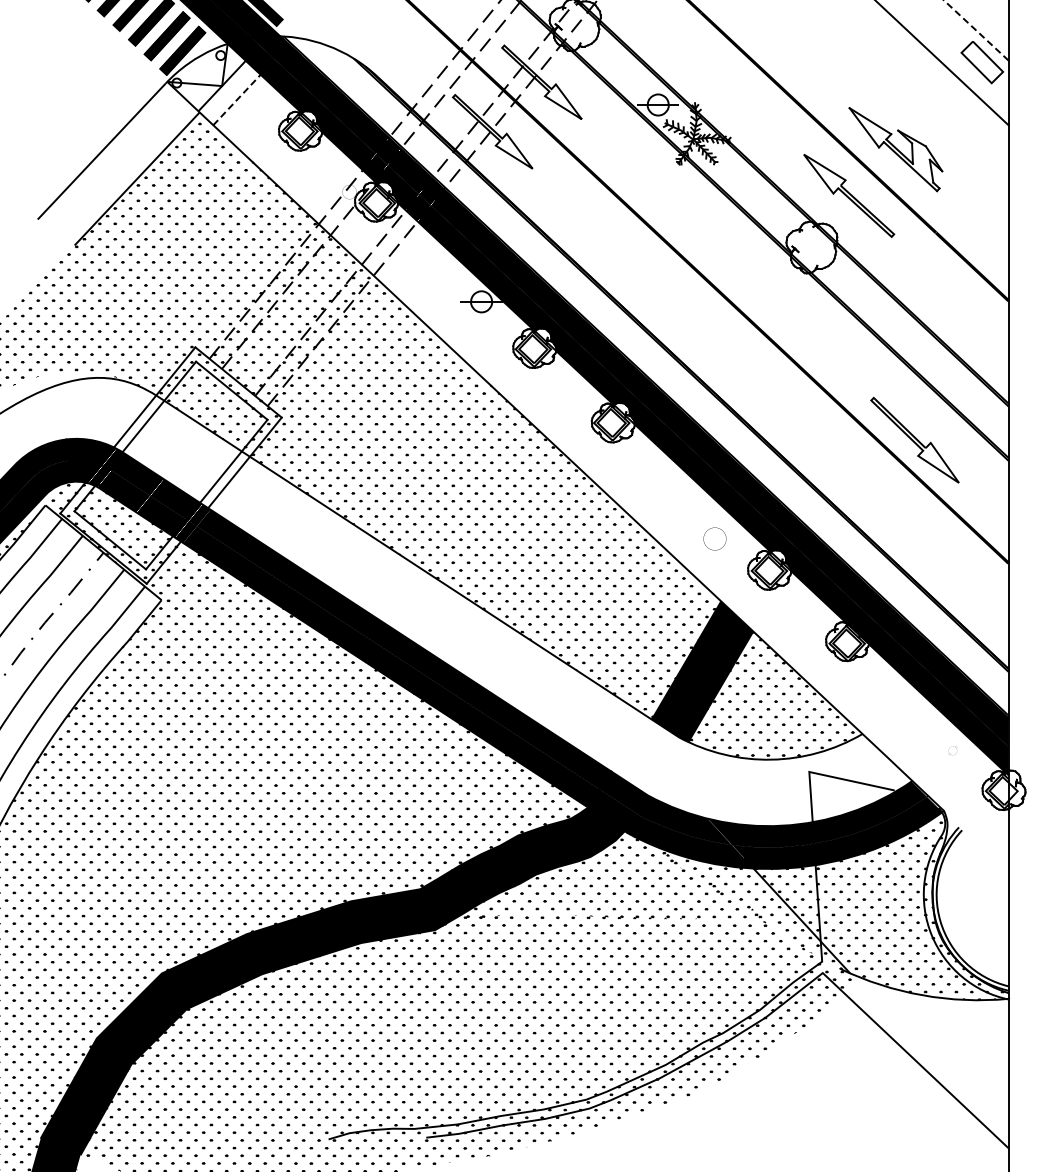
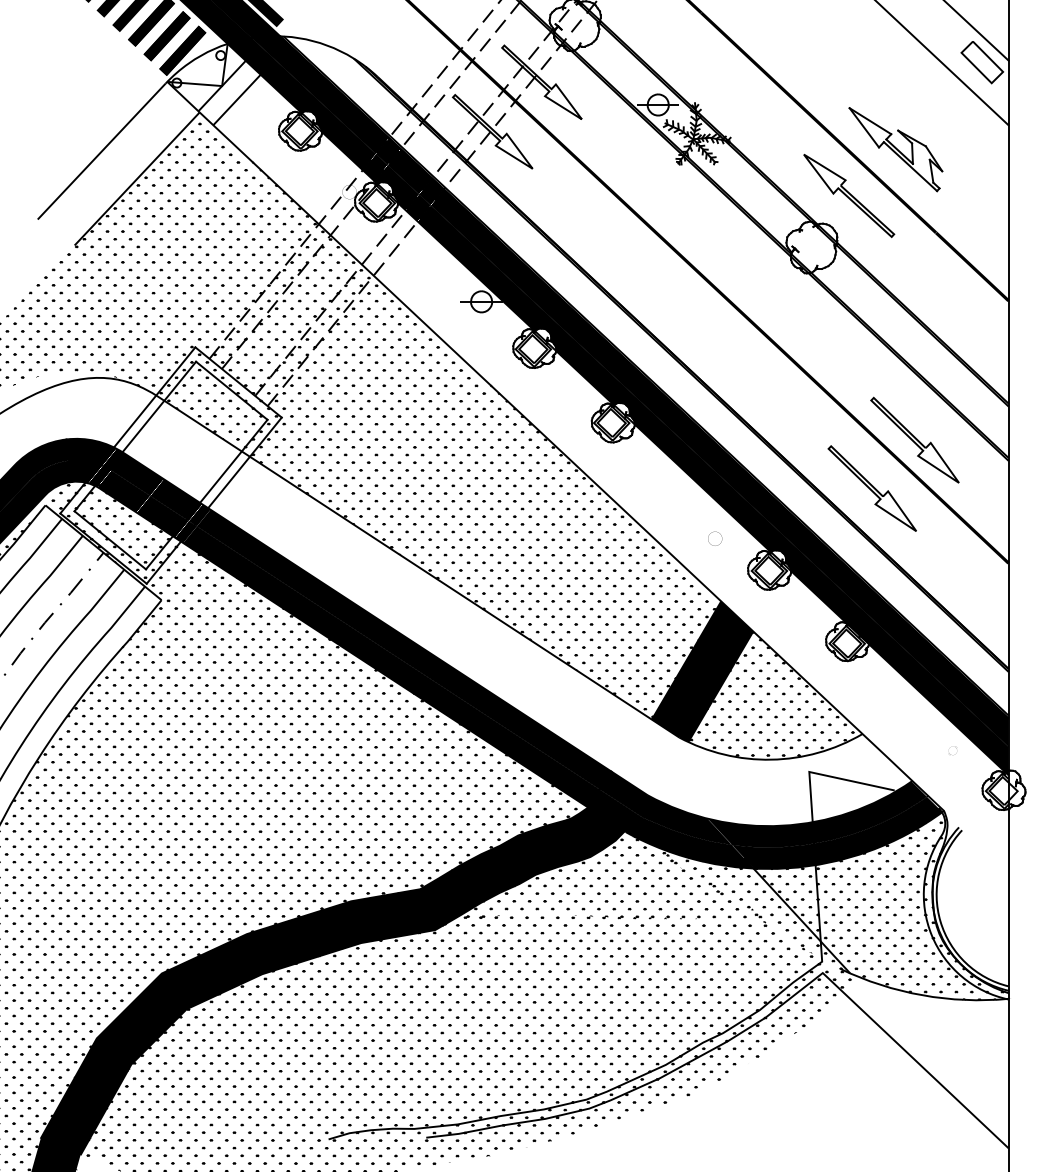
line at (975, 29): dashed -> solid
line at (237, 100): dashed -> solid
part at (871, 488): none -> present
part at (714, 538) size: 24x24 px -> 15x15 px
